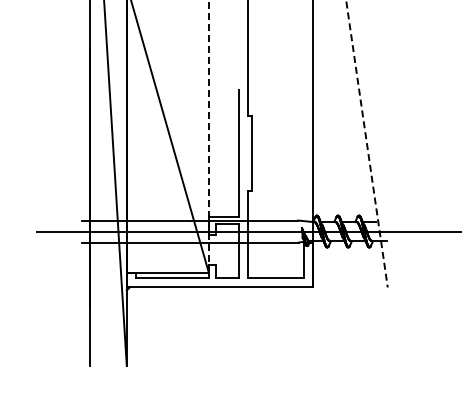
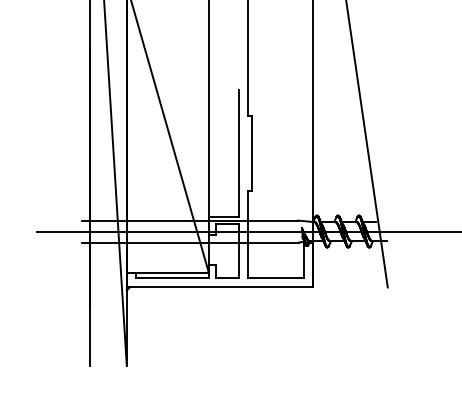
line at (208, 136): dashed -> solid
line at (366, 144): dashed -> solid
